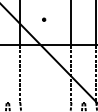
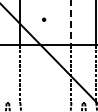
line at (71, 23): solid -> dashed
